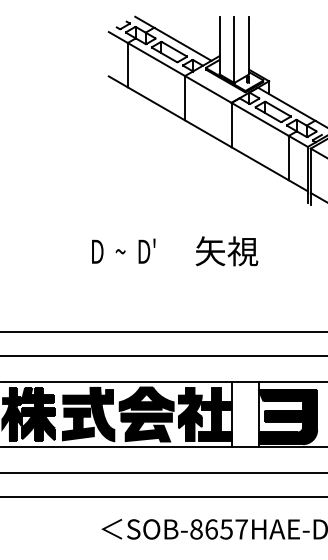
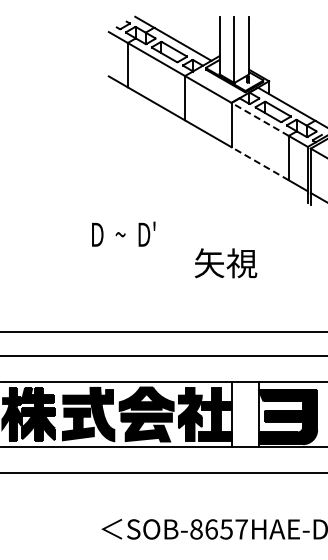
line at (259, 119): solid -> dashed
line at (259, 163): solid -> dashed
text at (123, 250) position: (123, 250) -> (123, 233)
text at (226, 251) position: (226, 251) -> (225, 263)
line at (163, 496): present -> none
